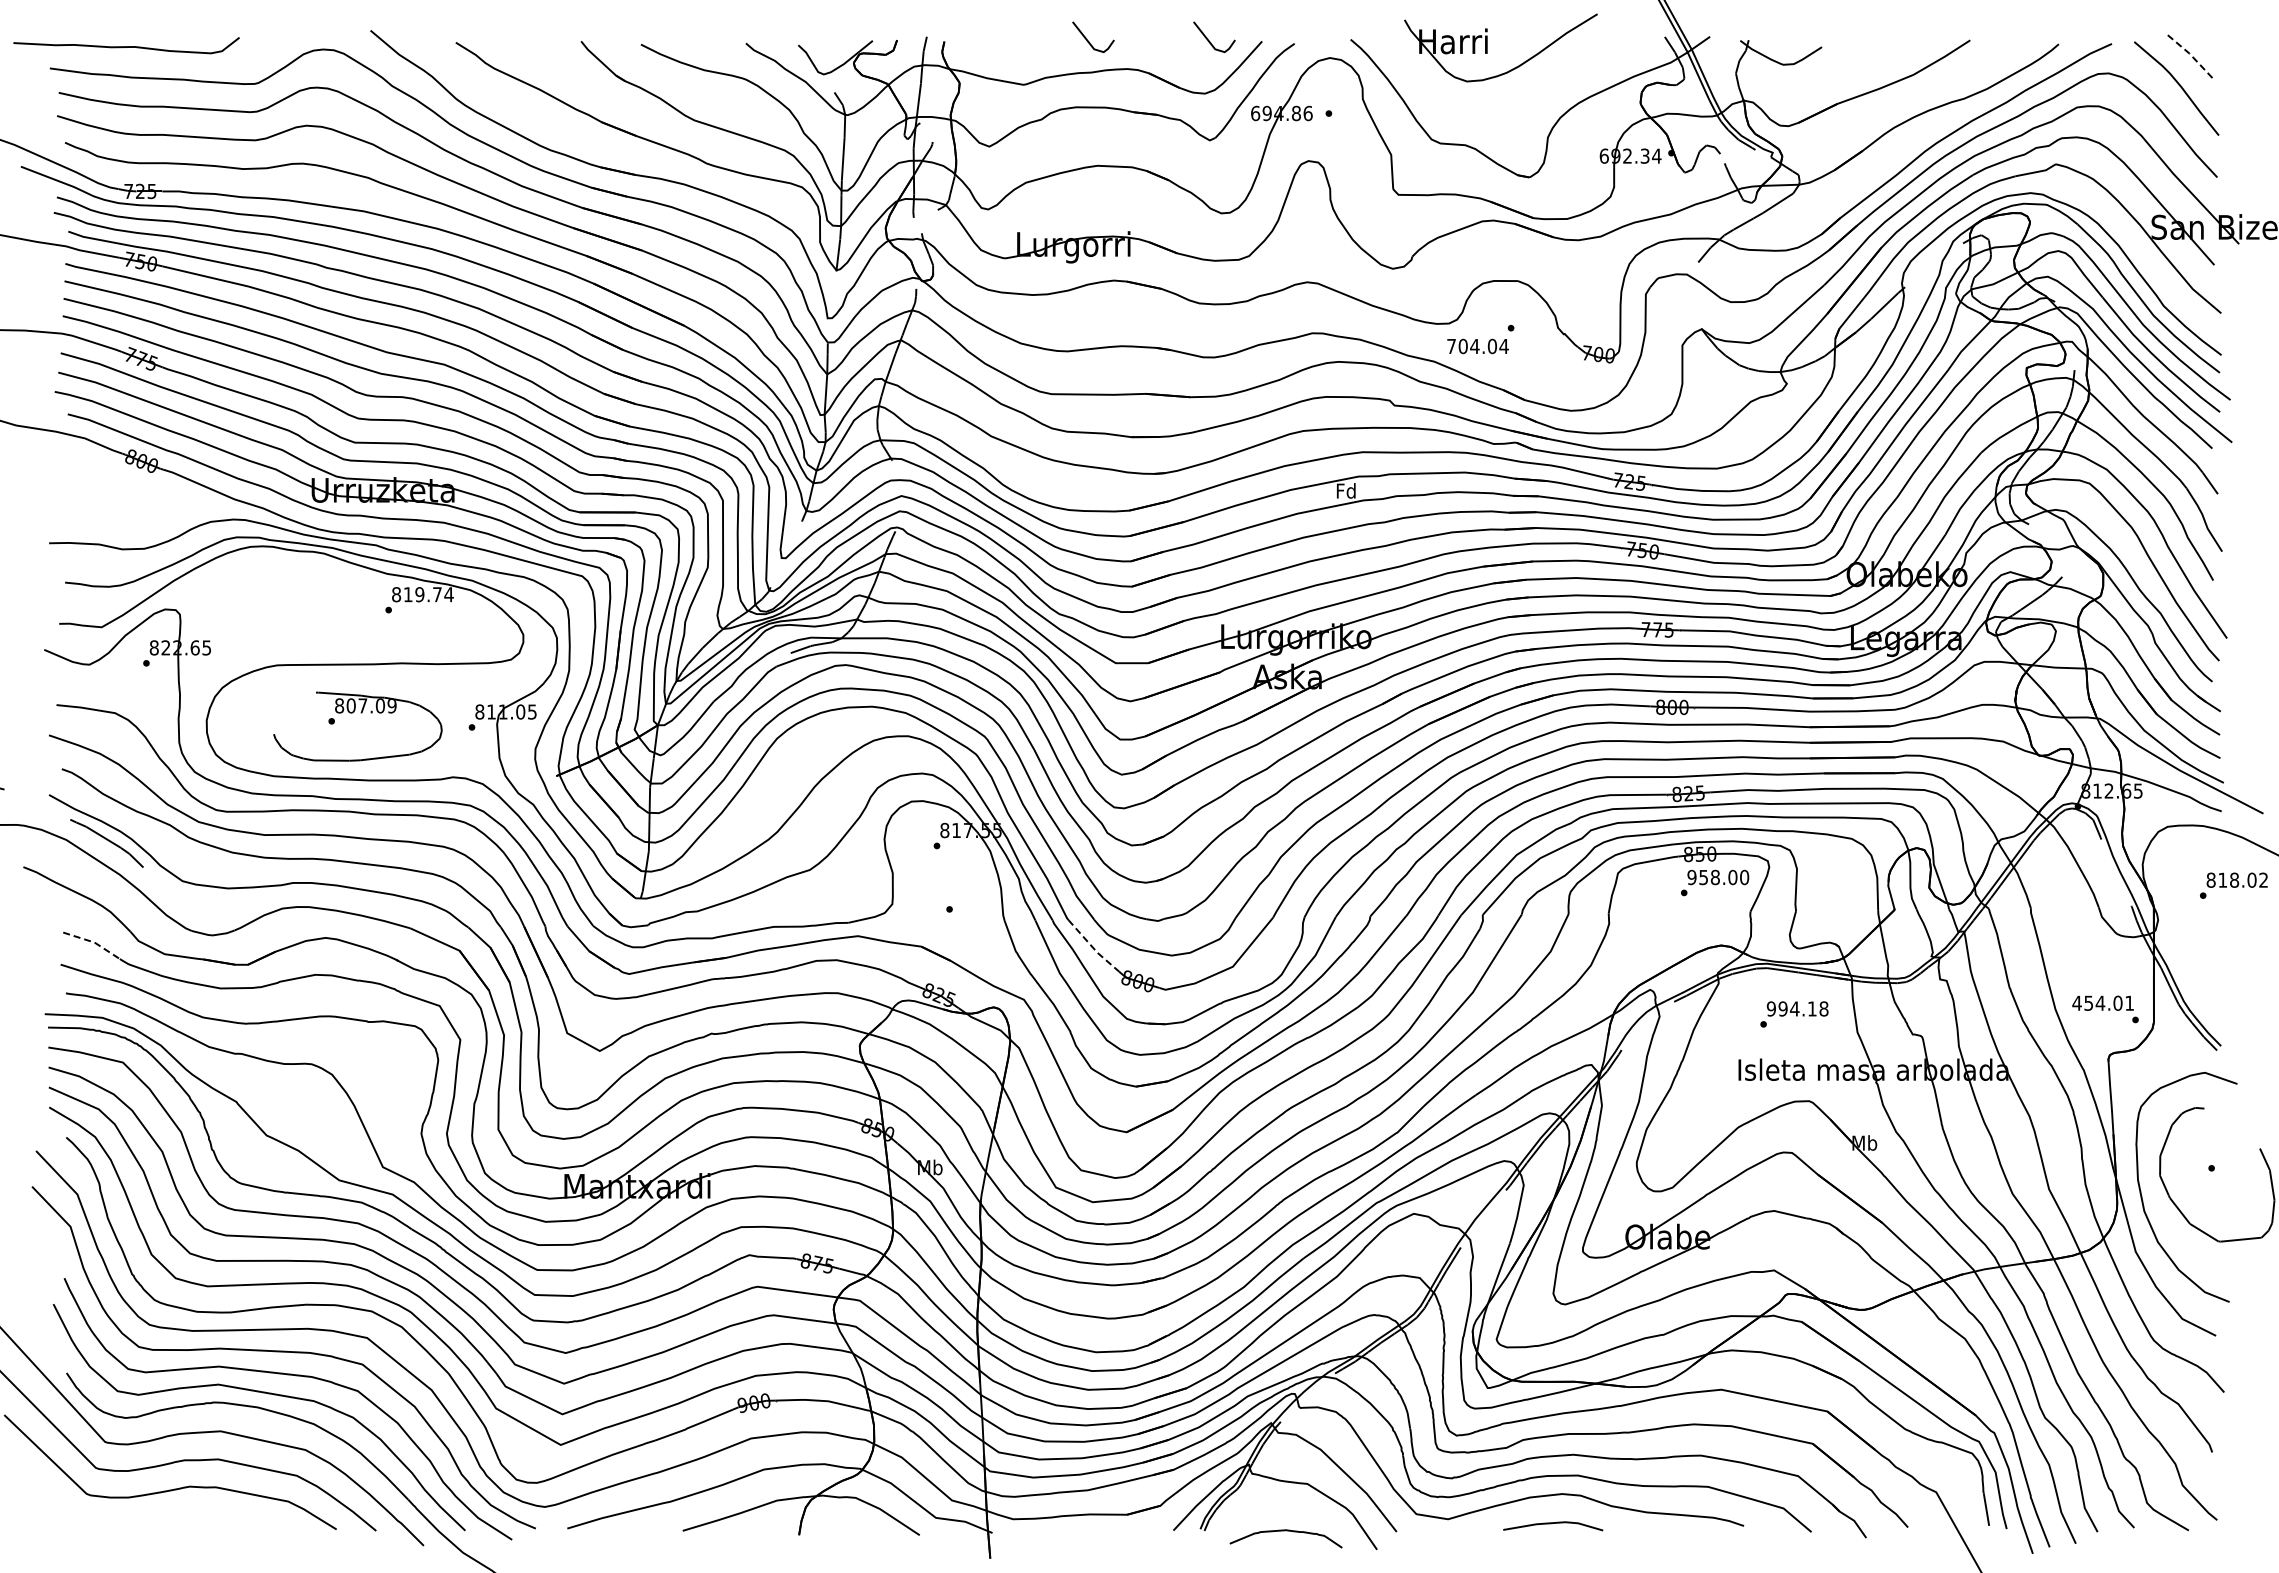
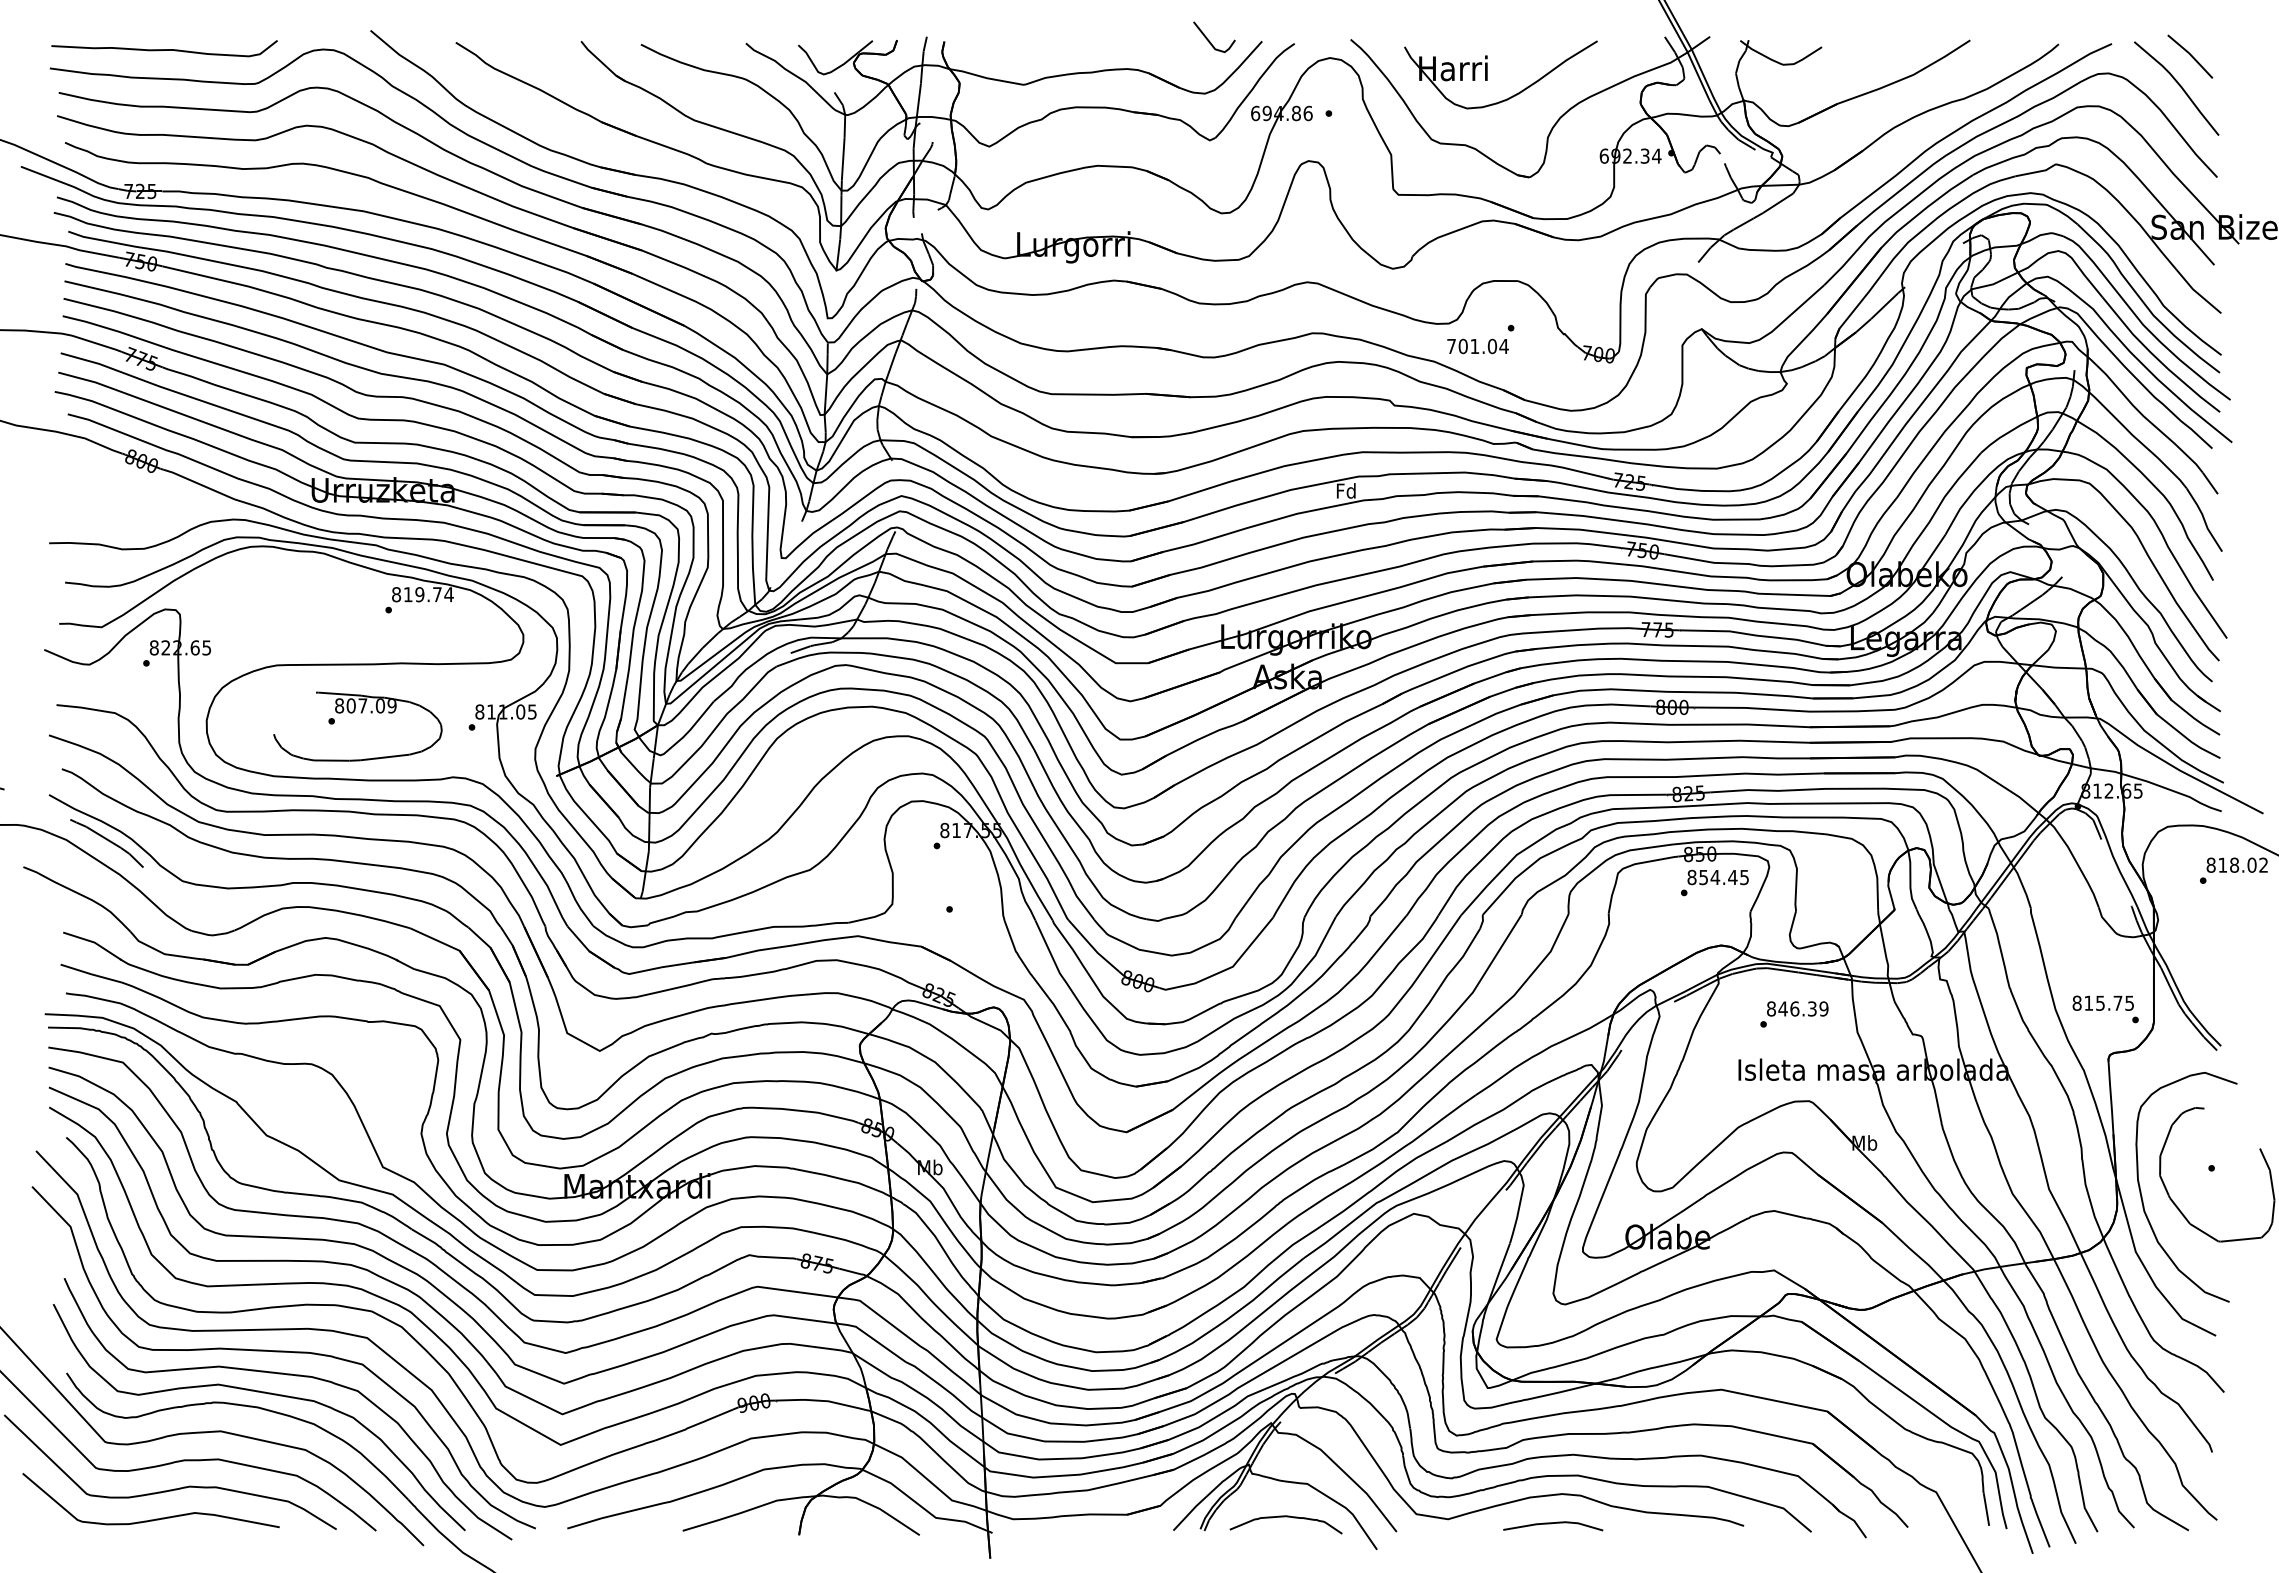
line at (1089, 41): present -> none
curve at (126, 46) position: (126, 46) -> (164, 49)
part at (1487, 47) position: (1487, 47) -> (1487, 74)
line at (2191, 55): dashed -> solid
text at (1474, 346): 704.04 -> 701.04
text at (1718, 877): 958.00 -> 854.45
text at (2233, 885) position: (2233, 885) -> (2233, 870)
line at (94, 942): dashed -> solid
line at (1093, 947): dashed -> solid
text at (2102, 1002): 454.01 -> 815.75
text at (1797, 1008): 994.18 -> 846.39
curve at (155, 1518): none -> present
curve at (1285, 1531) position: (1285, 1531) -> (1285, 1517)
